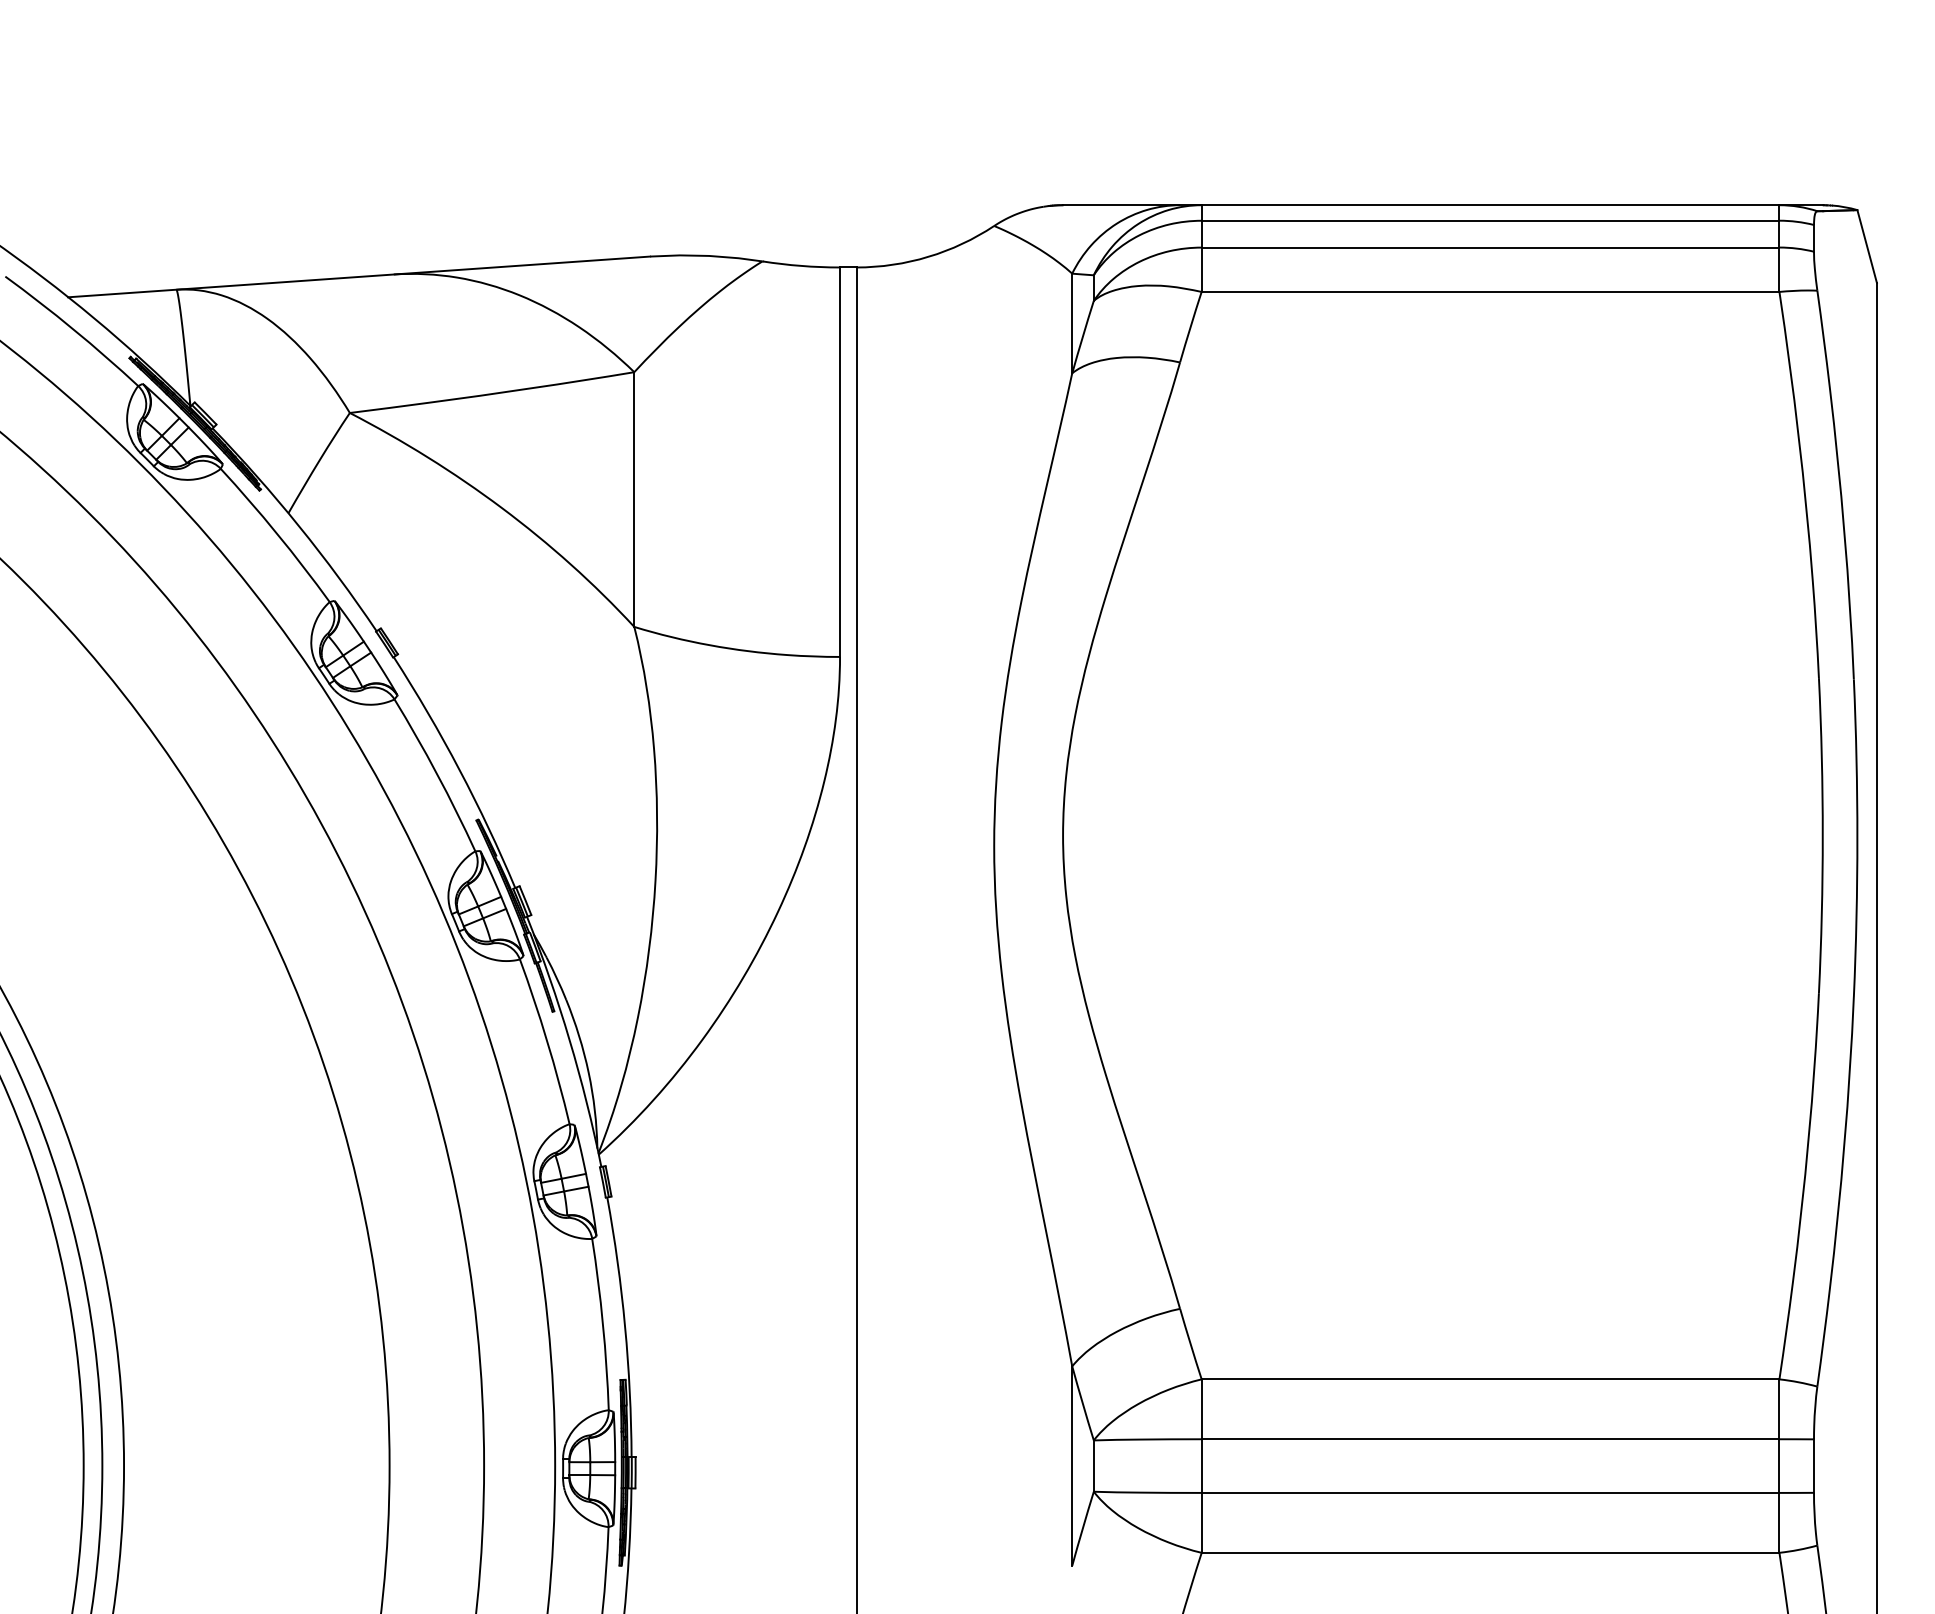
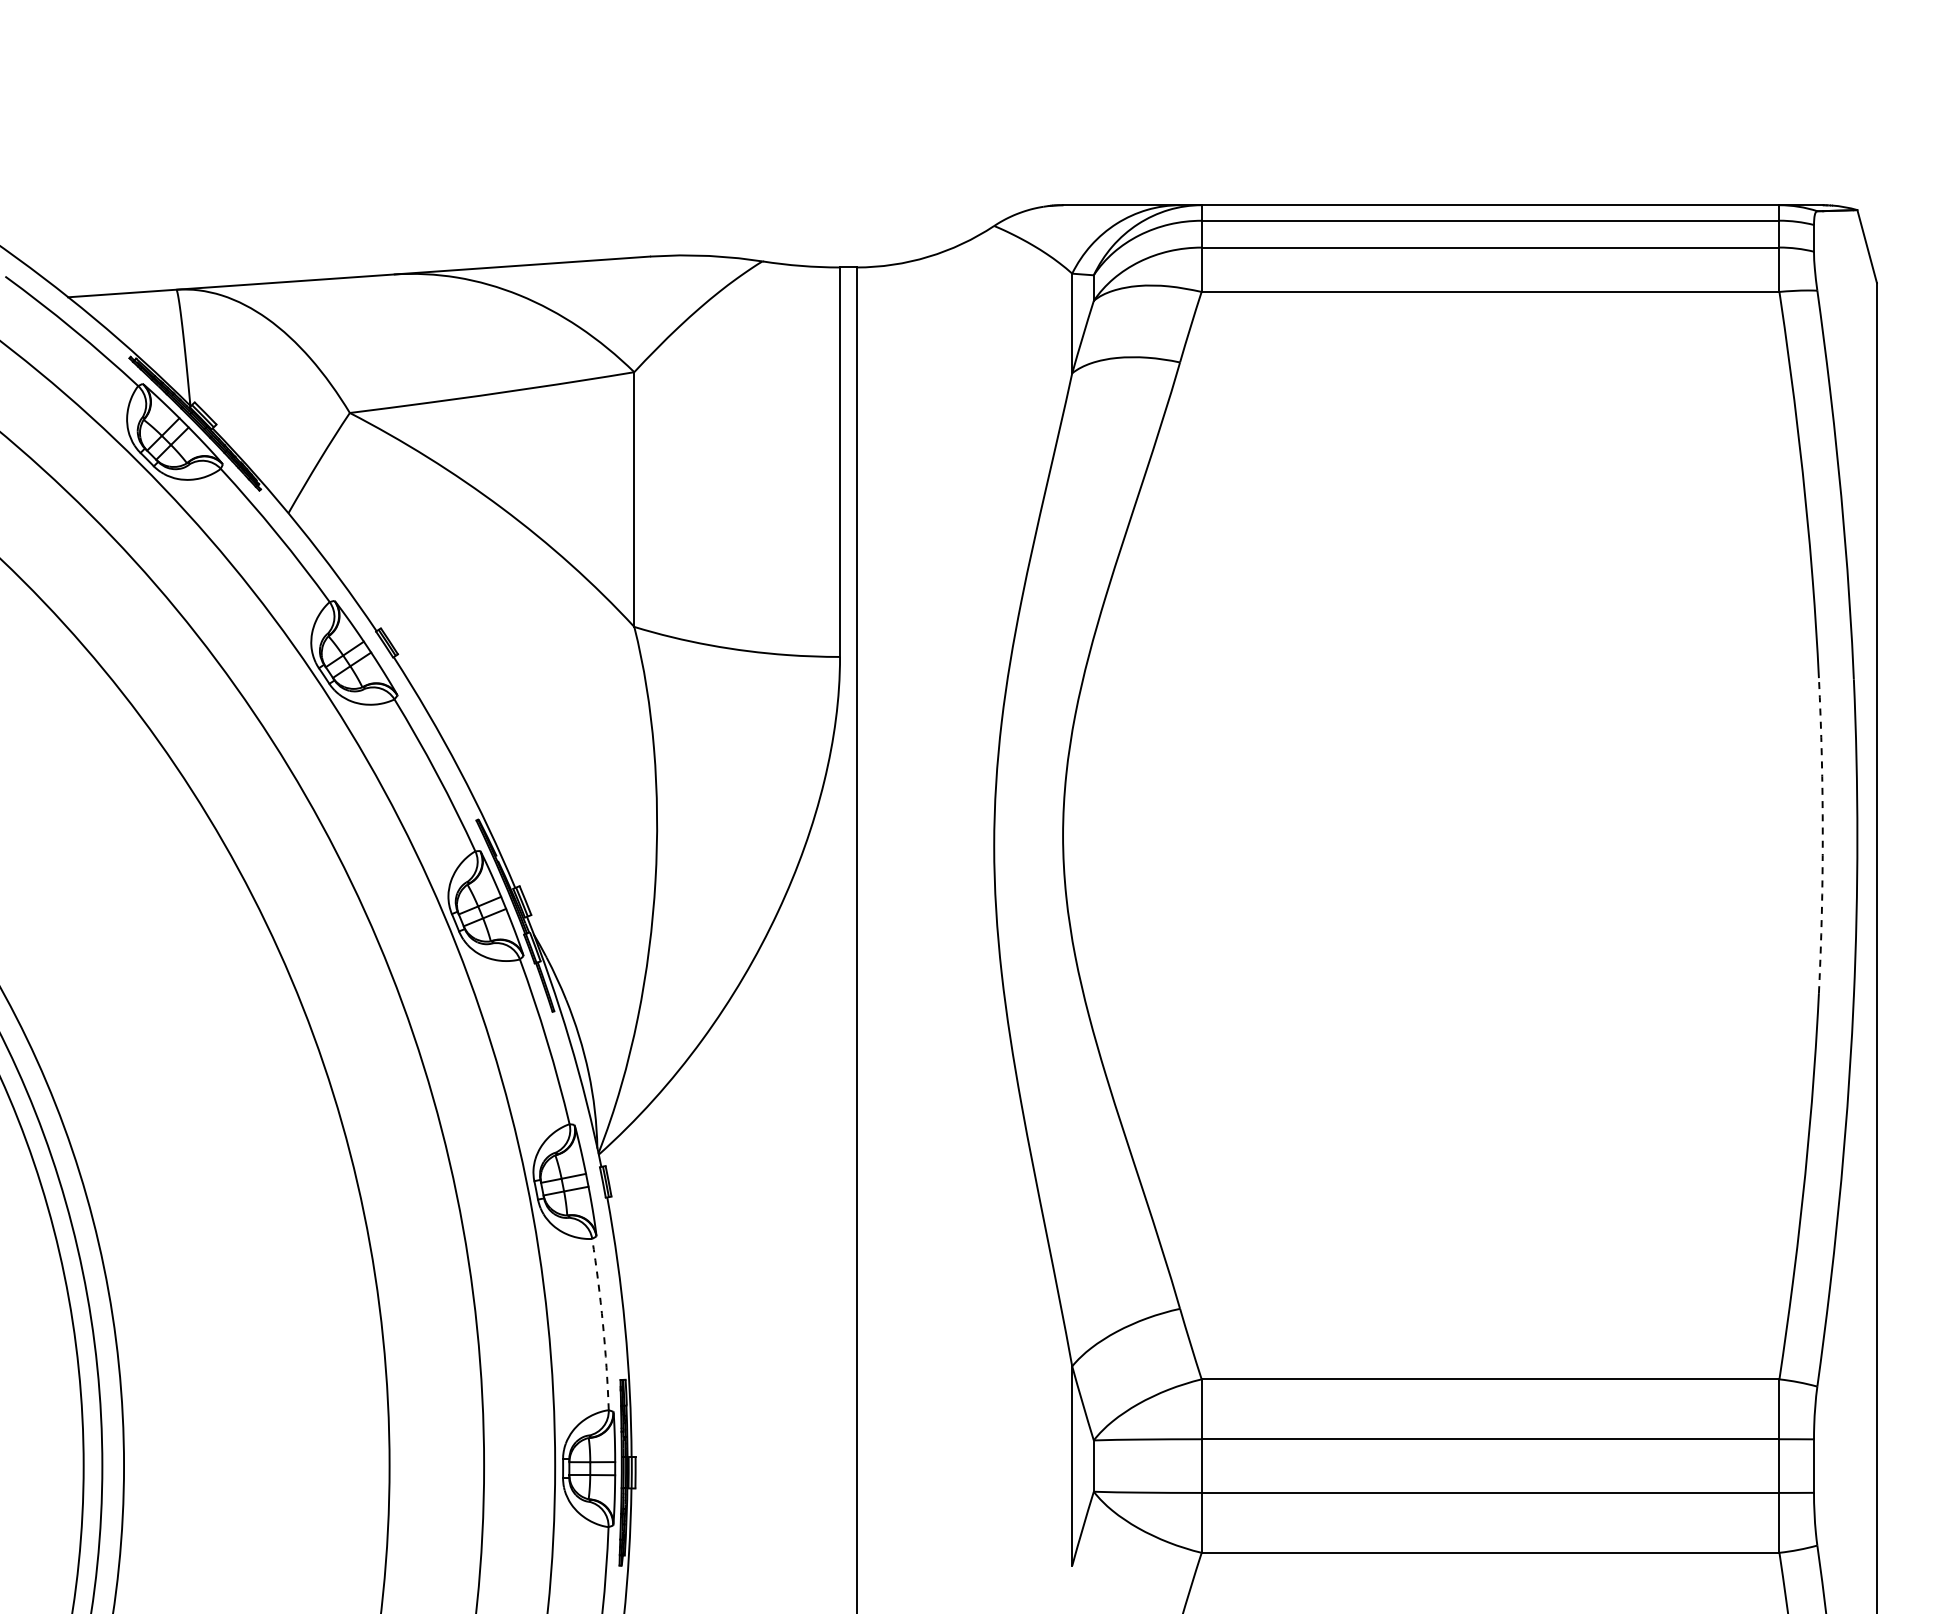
arc at (1822, 835): solid -> dashed
arc at (603, 1324): solid -> dashed
